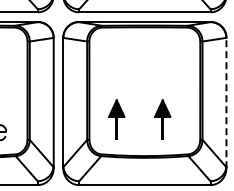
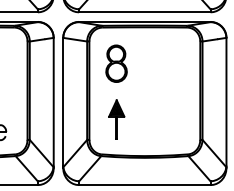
part at (116, 63): none -> present
line at (226, 102): dashed -> solid
part at (162, 119): present -> none
